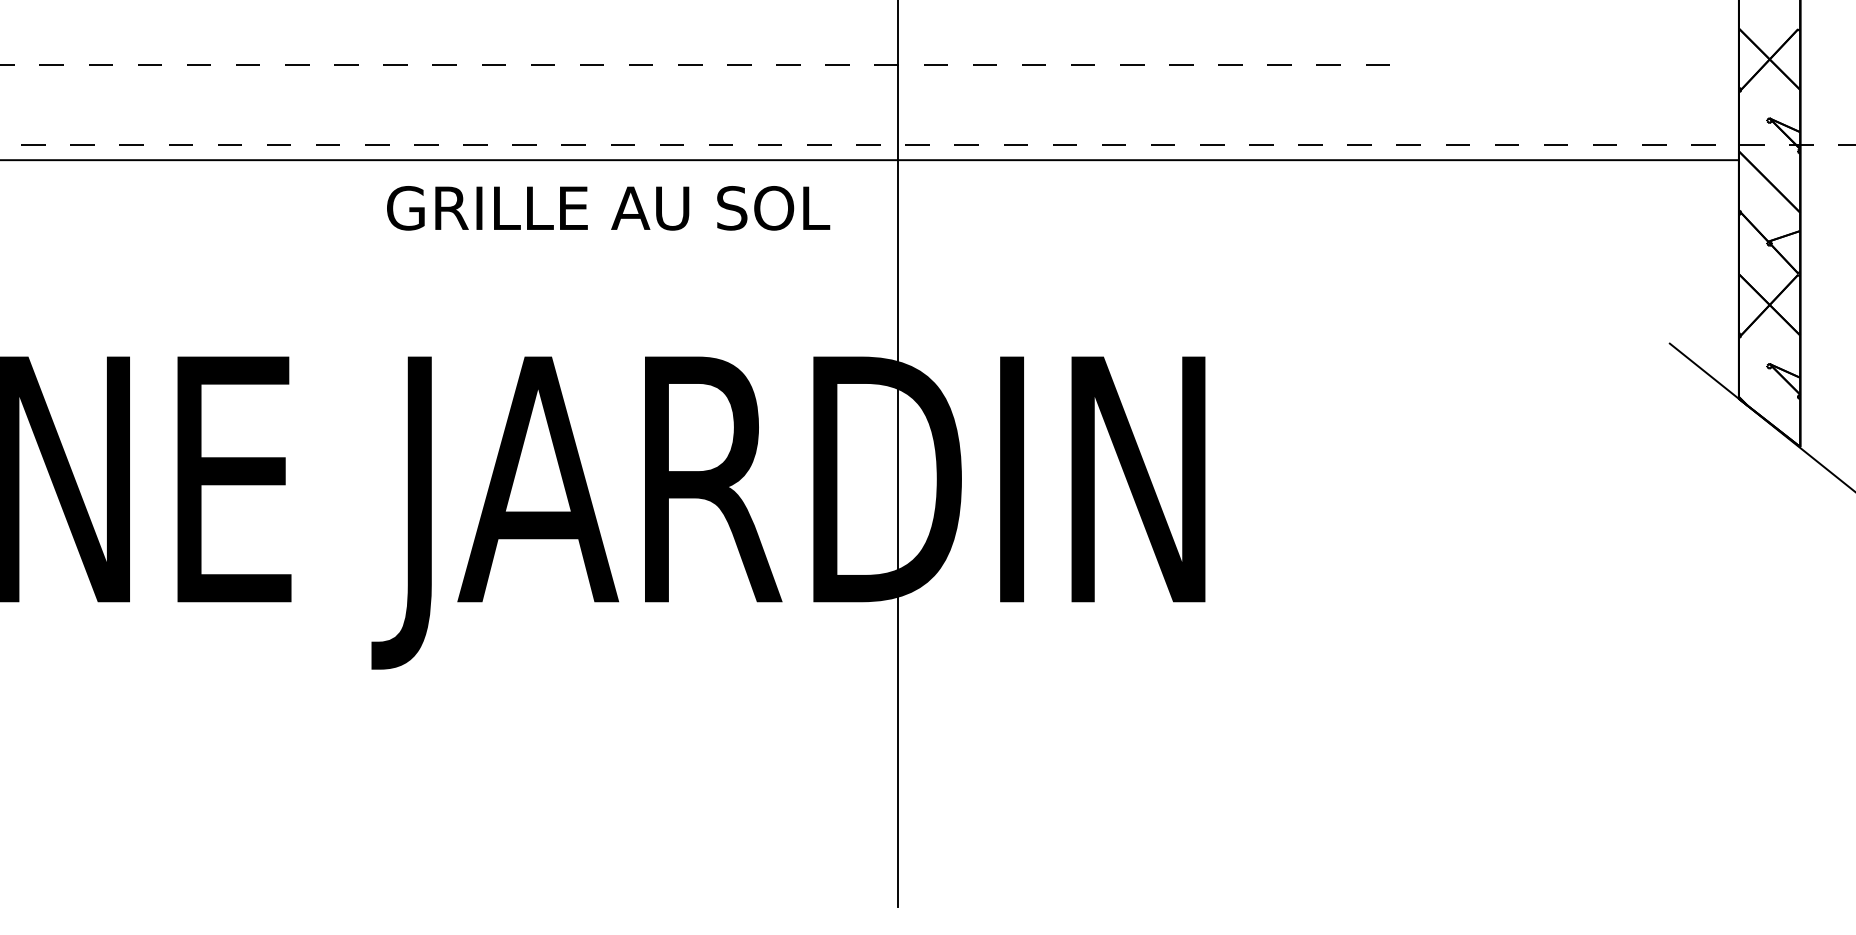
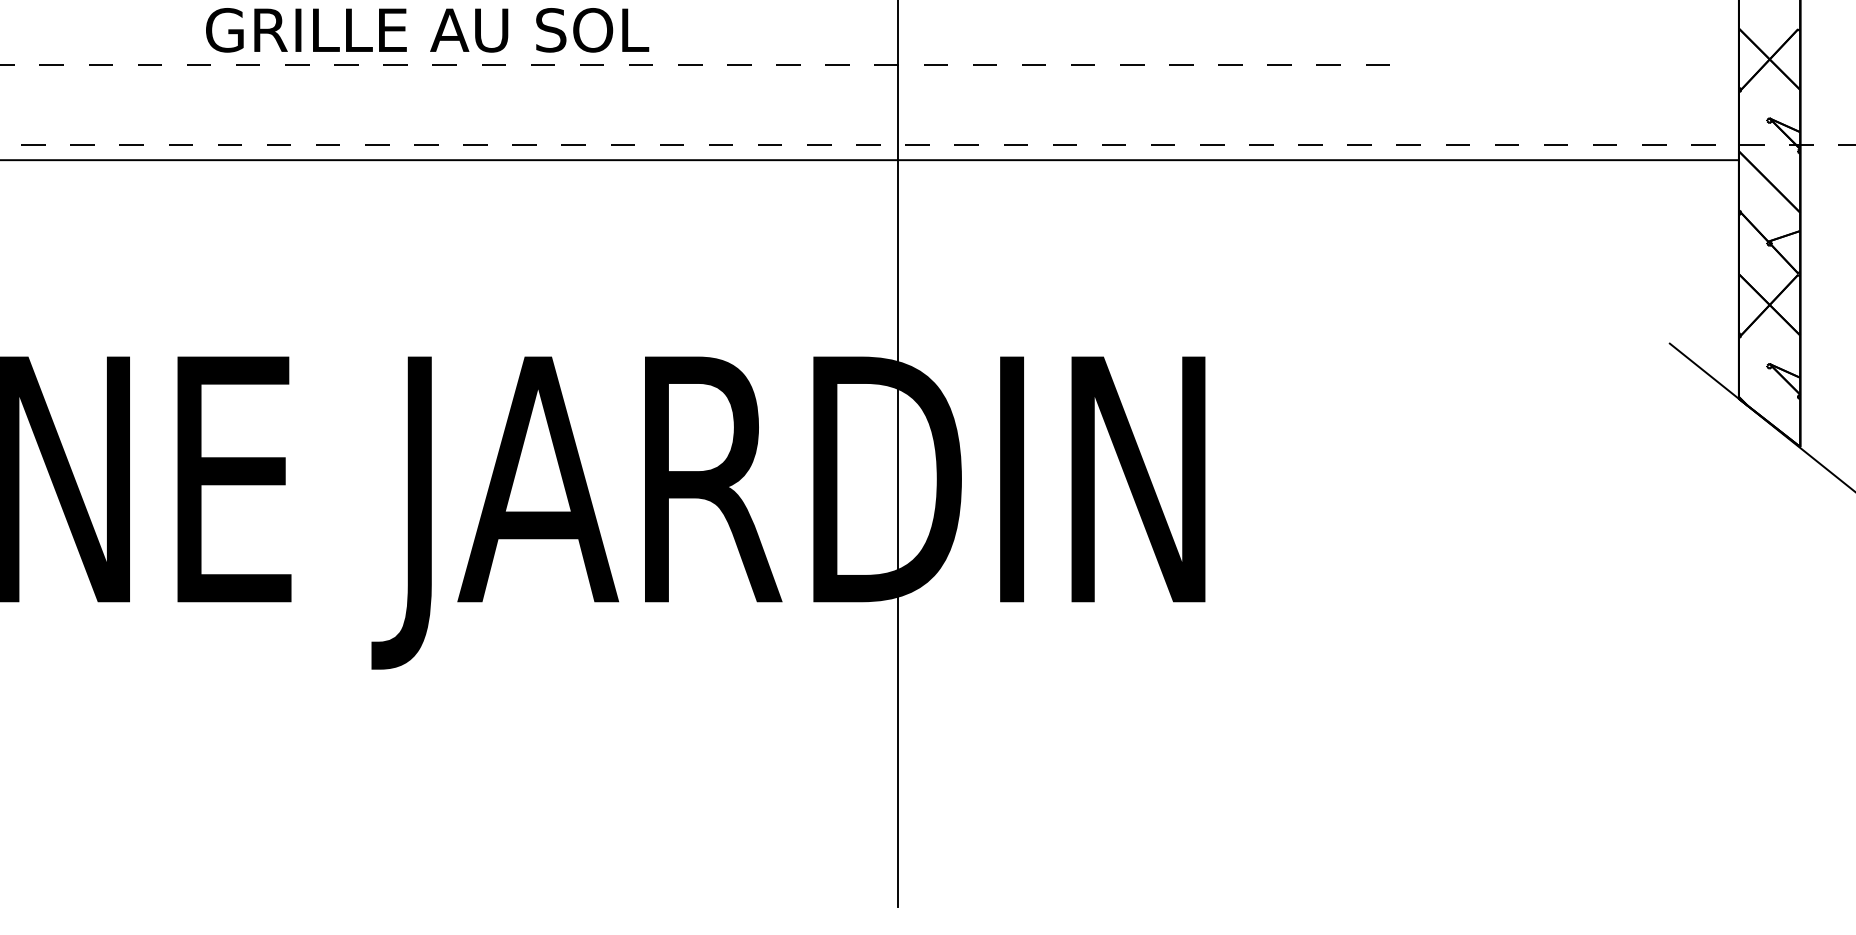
text at (608, 208) position: (608, 208) -> (427, 30)
